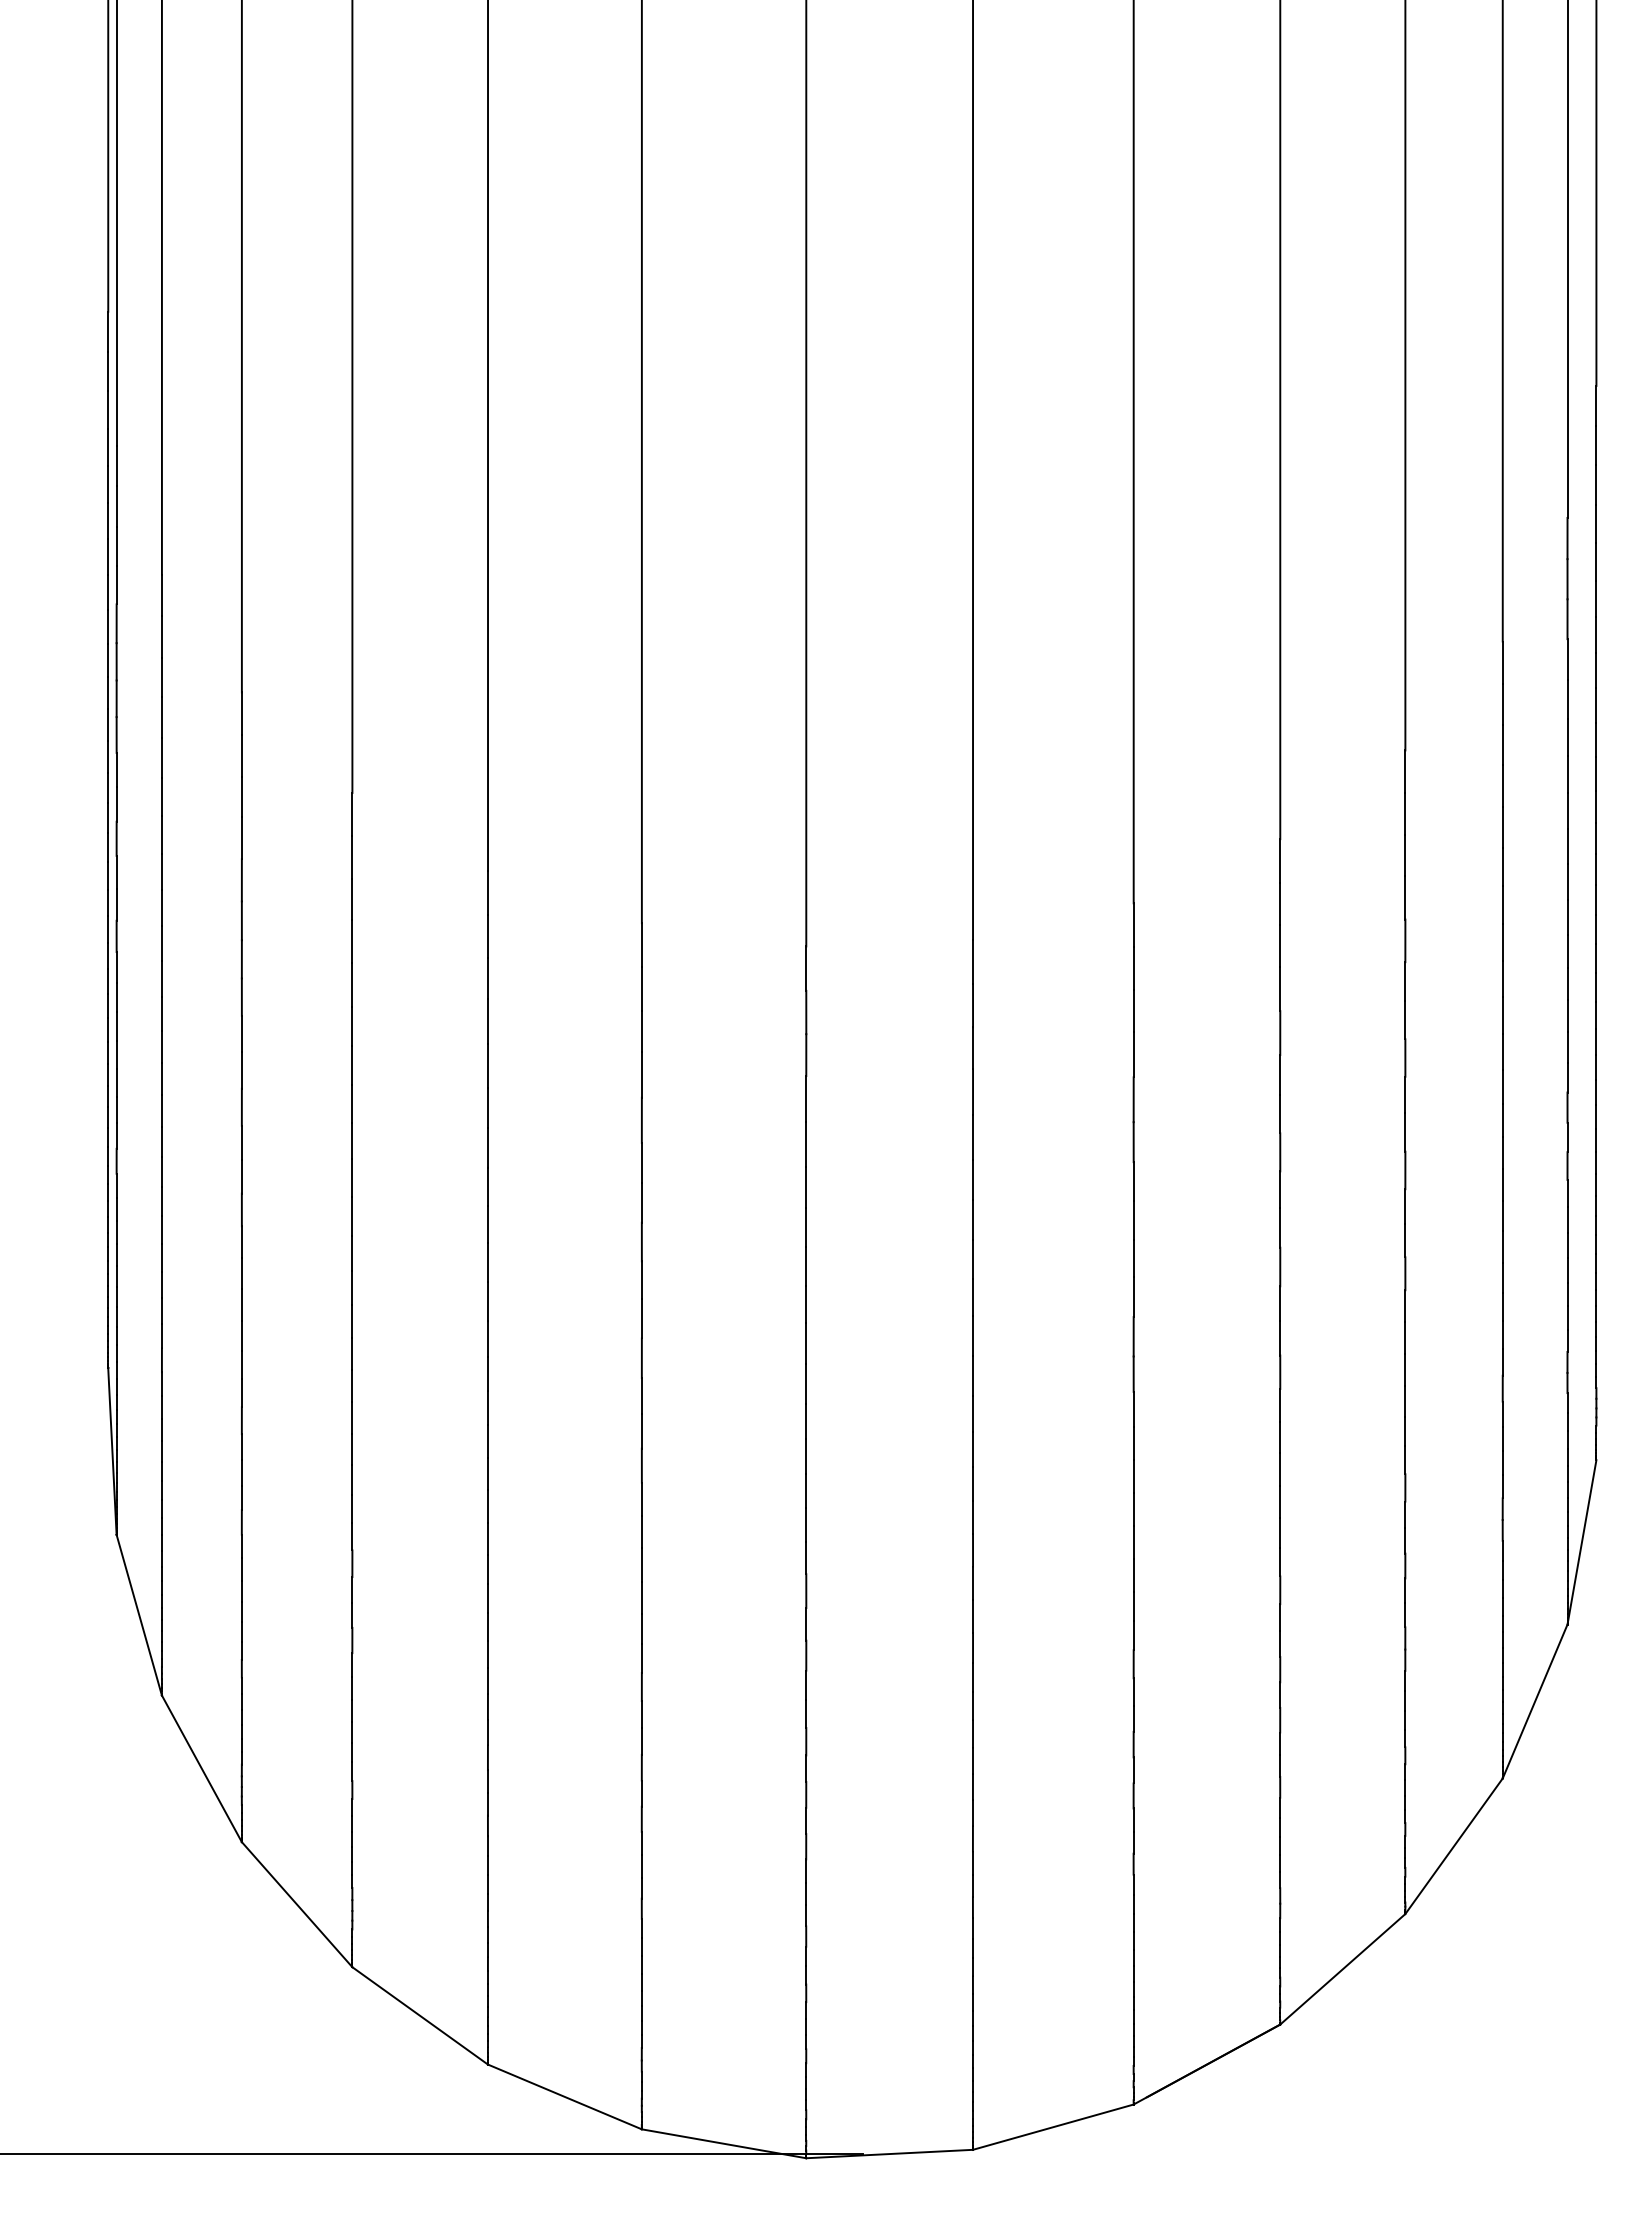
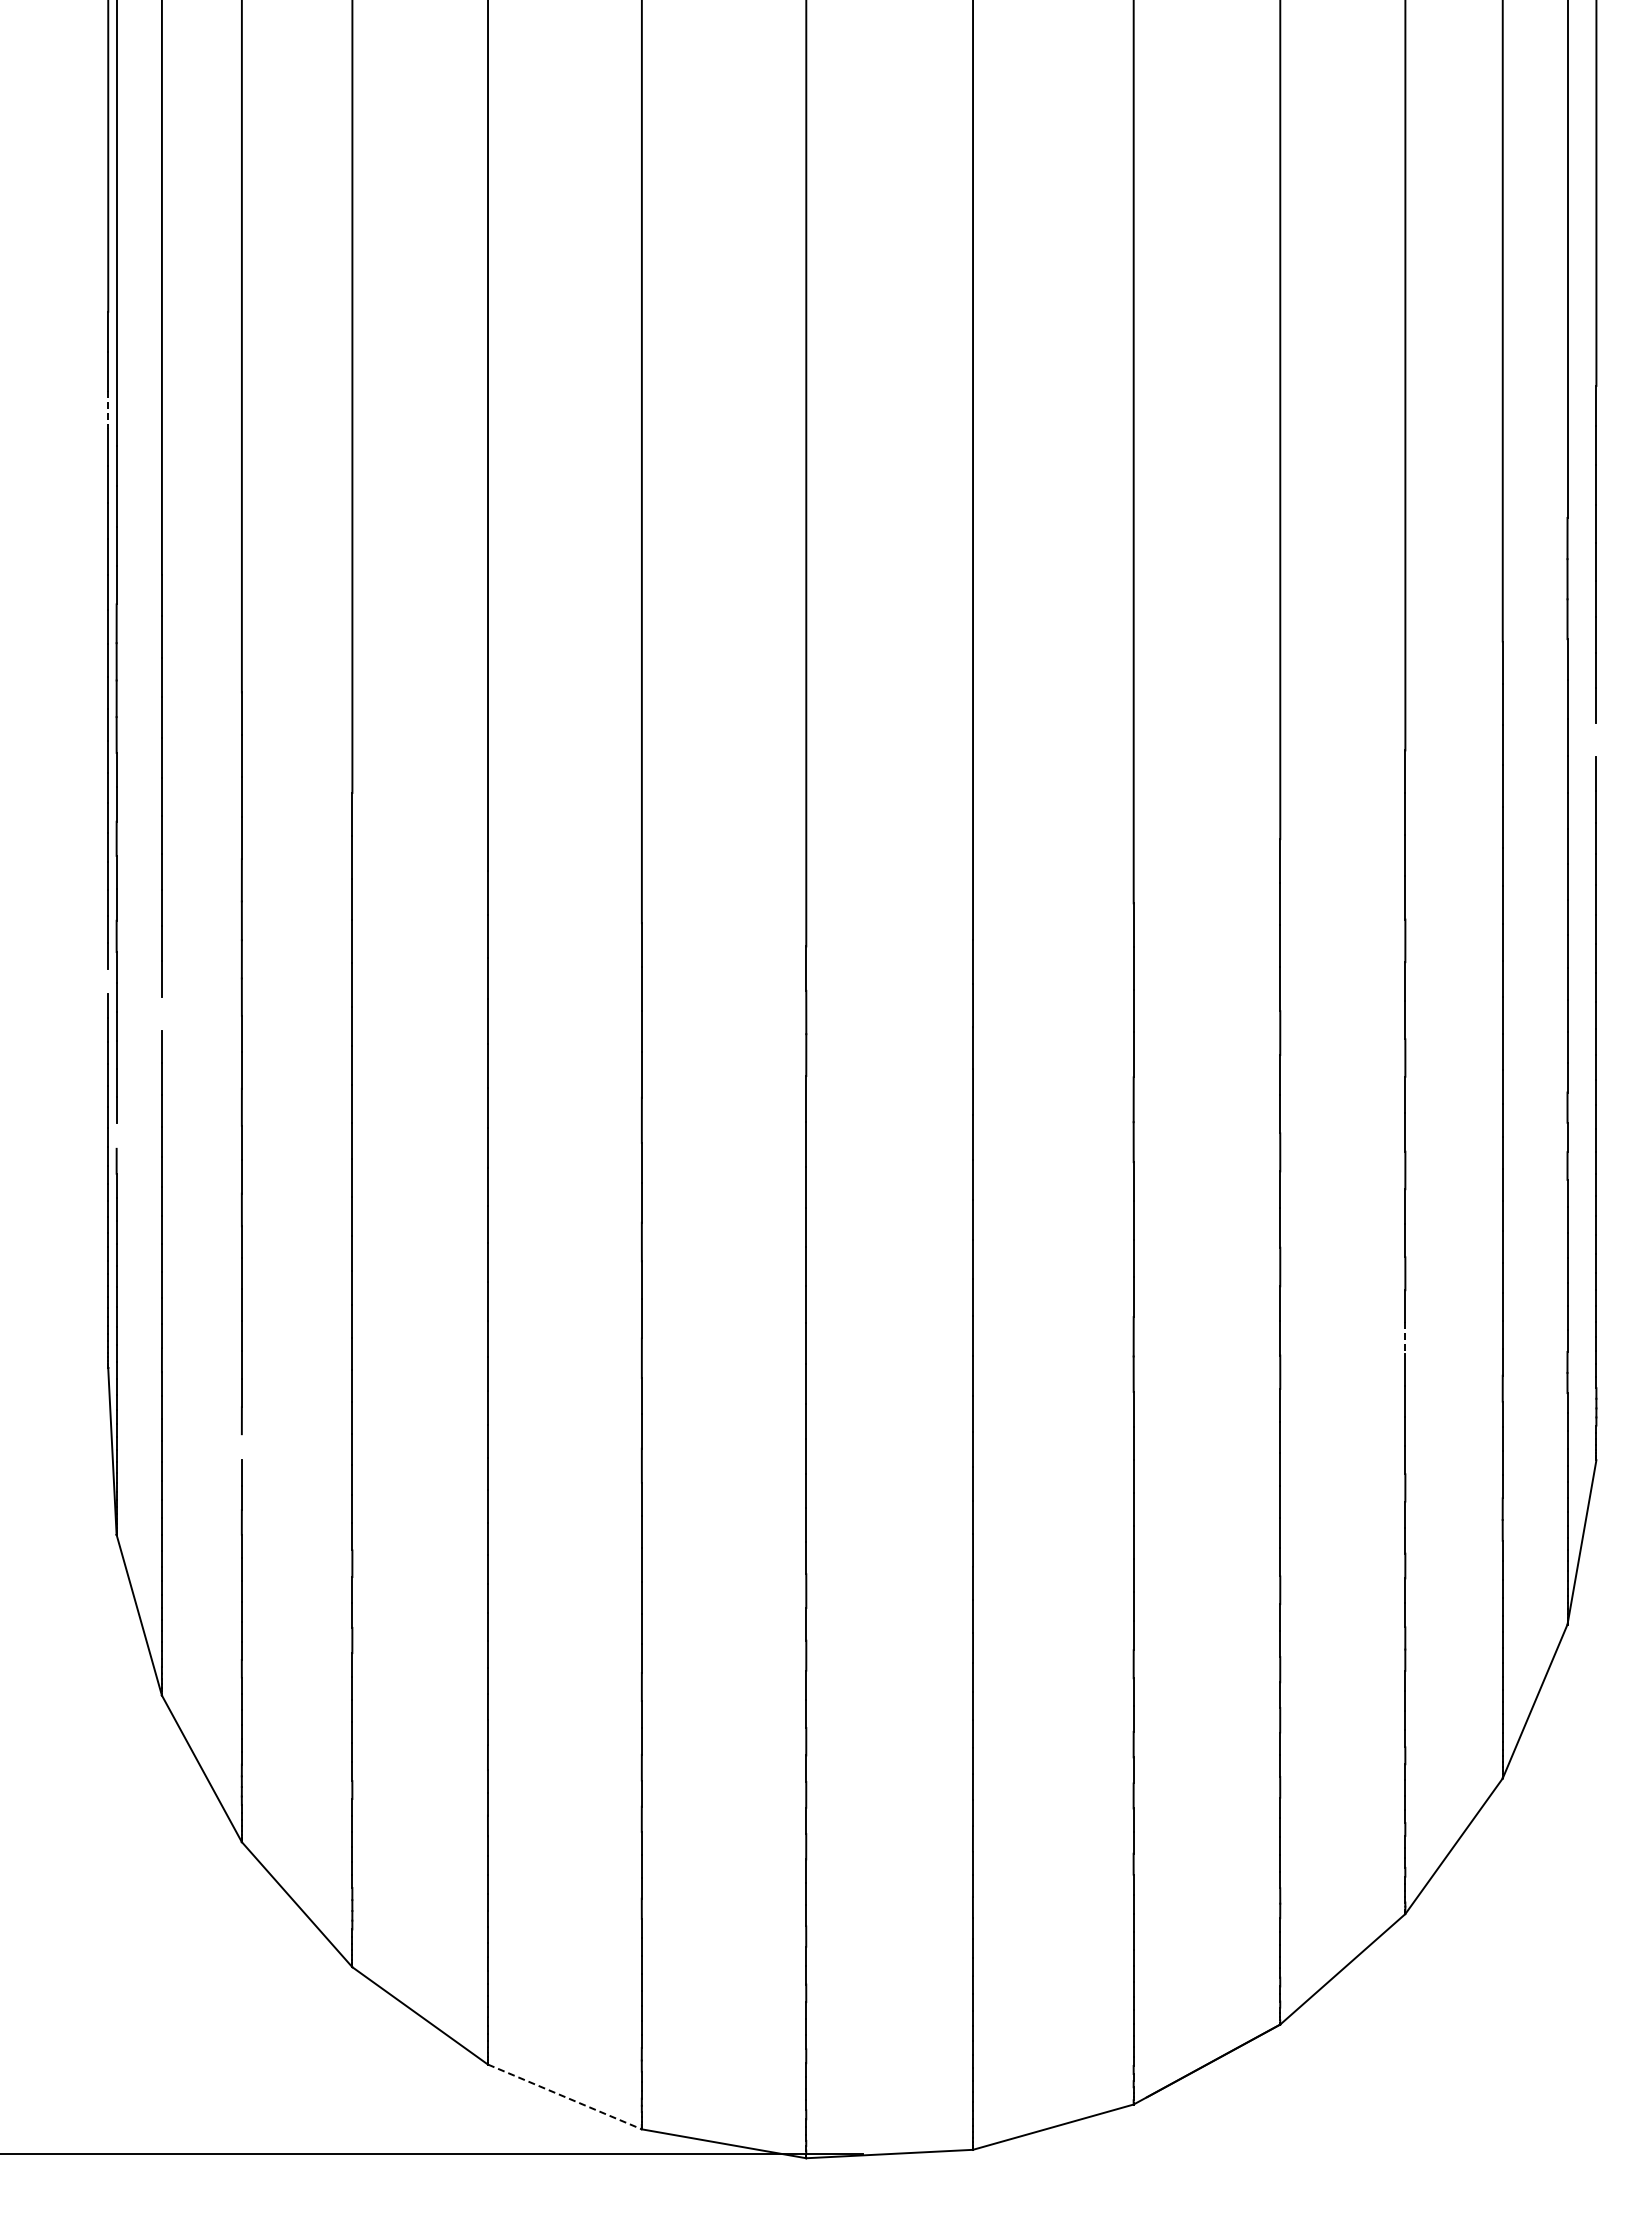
line at (108, 410): solid -> dashed
line at (1596, 740): present -> none
line at (108, 981): present -> none
line at (161, 1013): present -> none
line at (116, 1135): present -> none
line at (1405, 1338): solid -> dashed
line at (241, 1447): present -> none
line at (565, 2097): solid -> dashed
